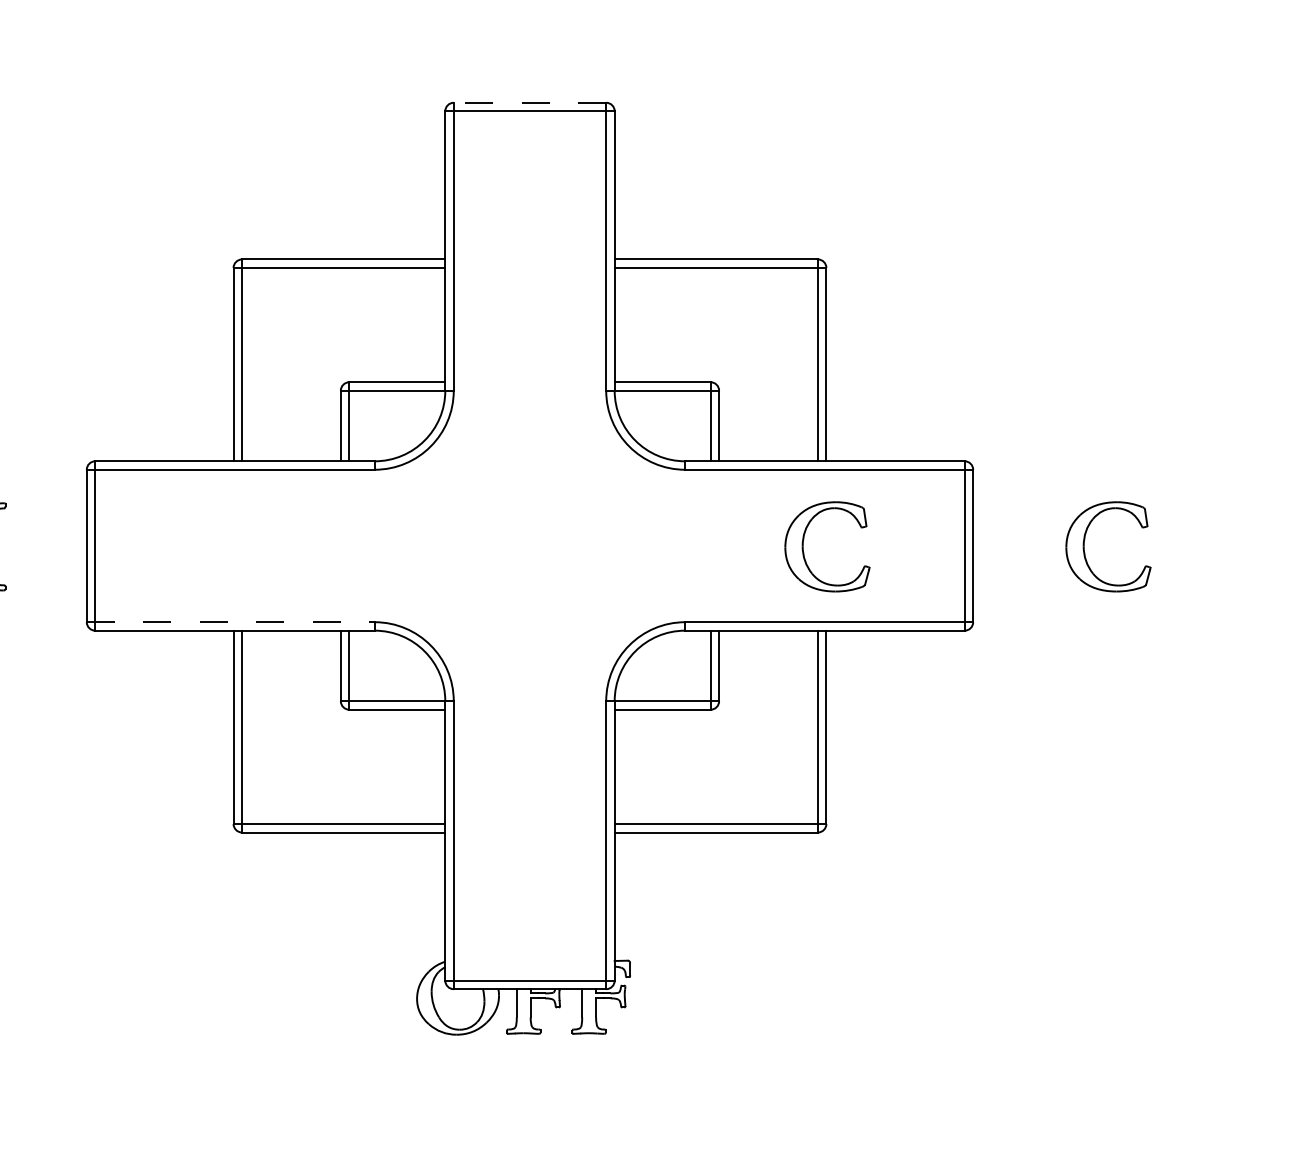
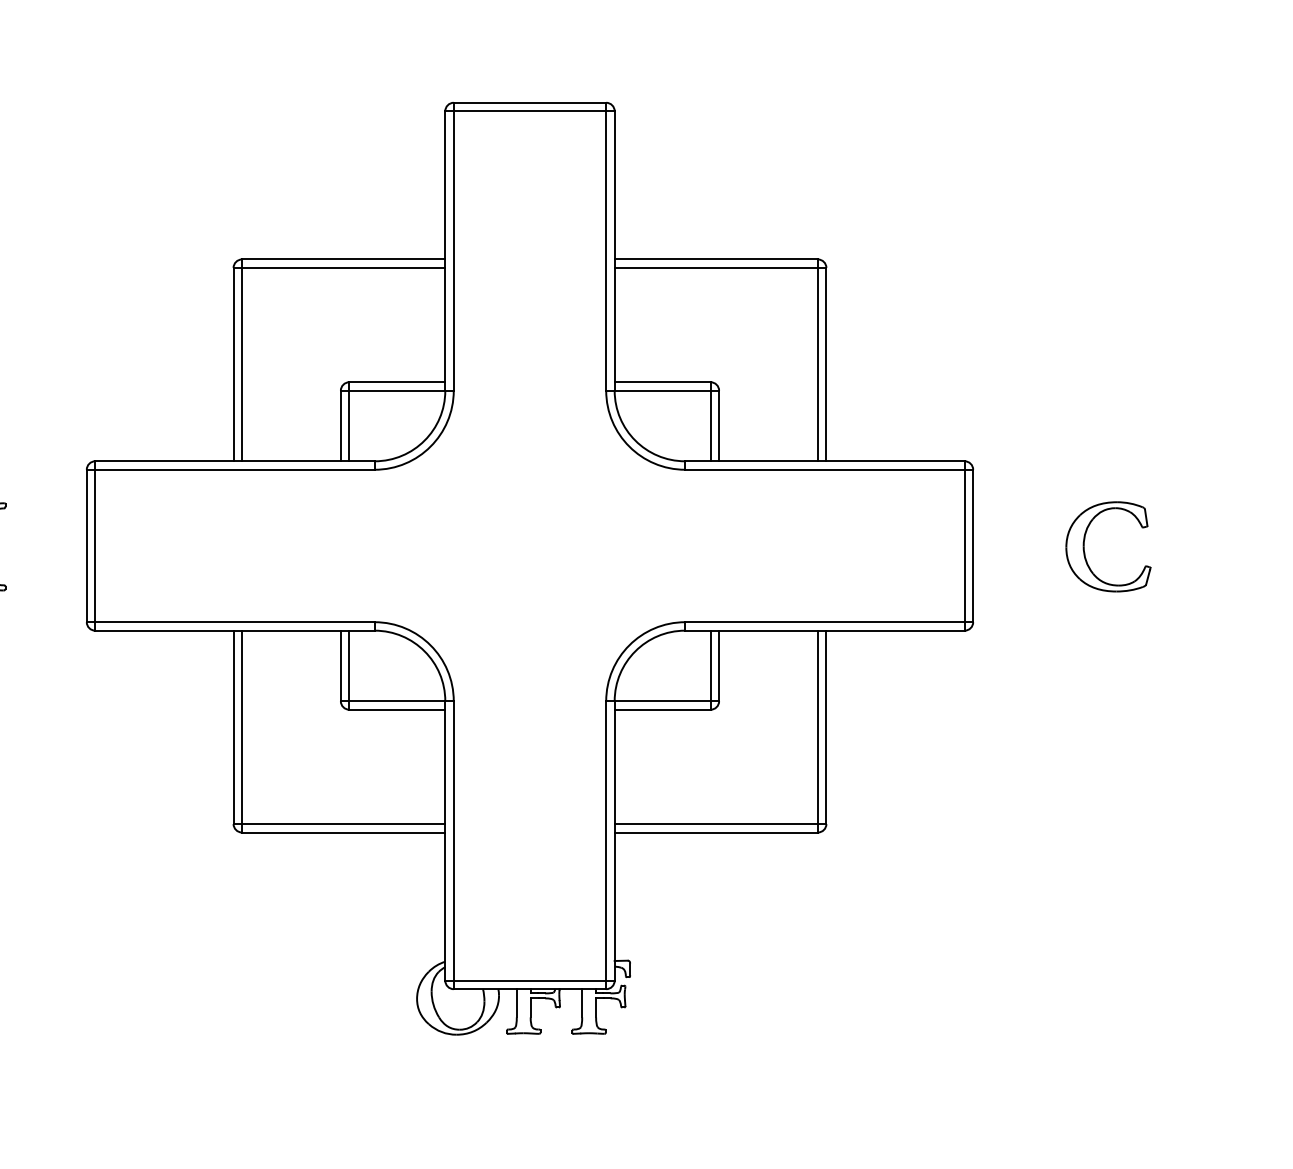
line at (529, 102): dashed -> solid
part at (804, 552): present -> none
line at (230, 622): dashed -> solid
